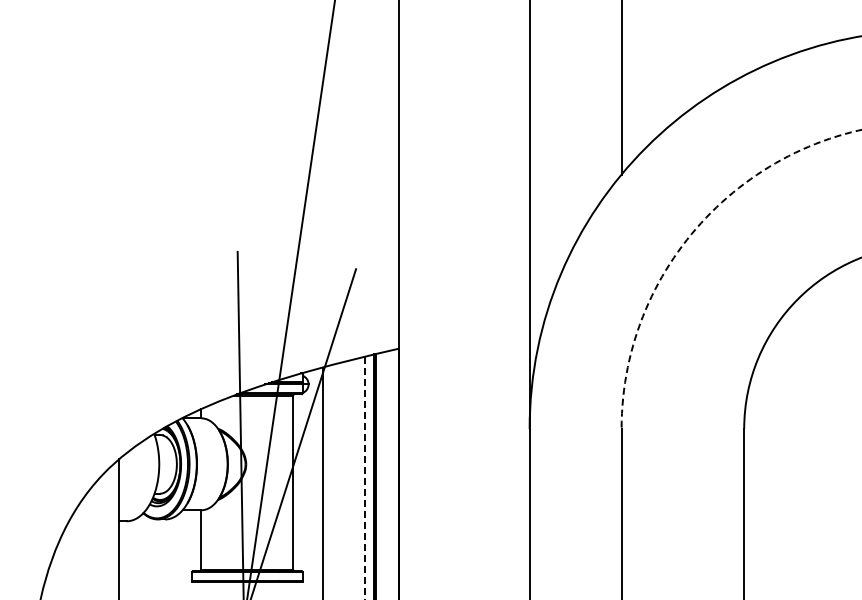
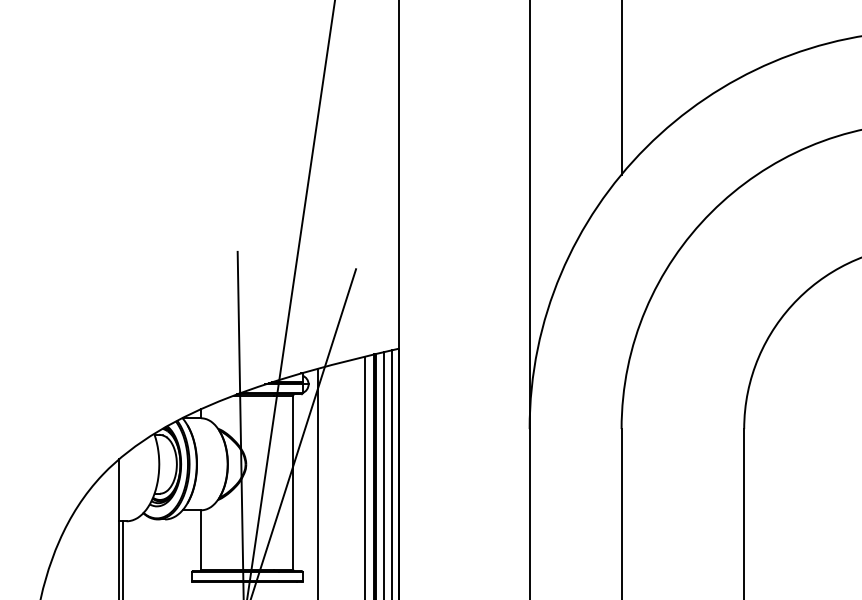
arc at (689, 237): dashed -> solid
line at (391, 473): none -> present
line at (383, 474): none -> present
line at (364, 478): dashed -> solid
line at (322, 482) position: (322, 482) -> (317, 482)
line at (122, 558): none -> present
